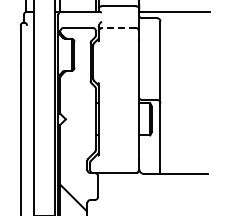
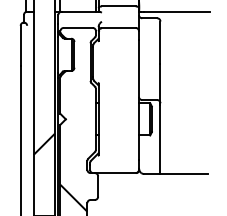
line at (118, 27): dashed -> solid
hatch at (44, 144): none -> present
